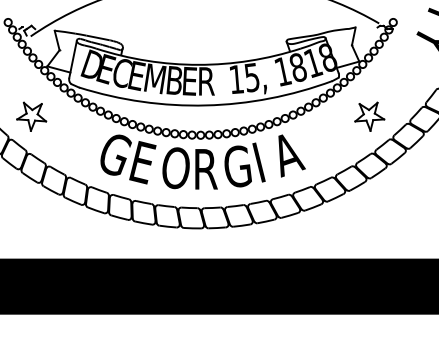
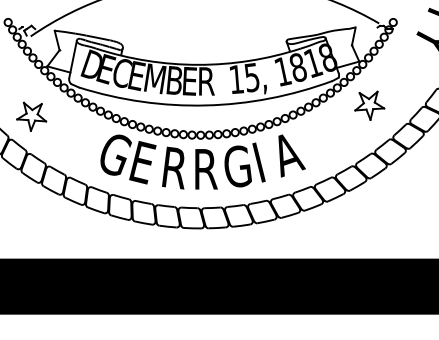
part at (369, 116) position: (369, 116) -> (369, 105)
text at (175, 167): O -> R
